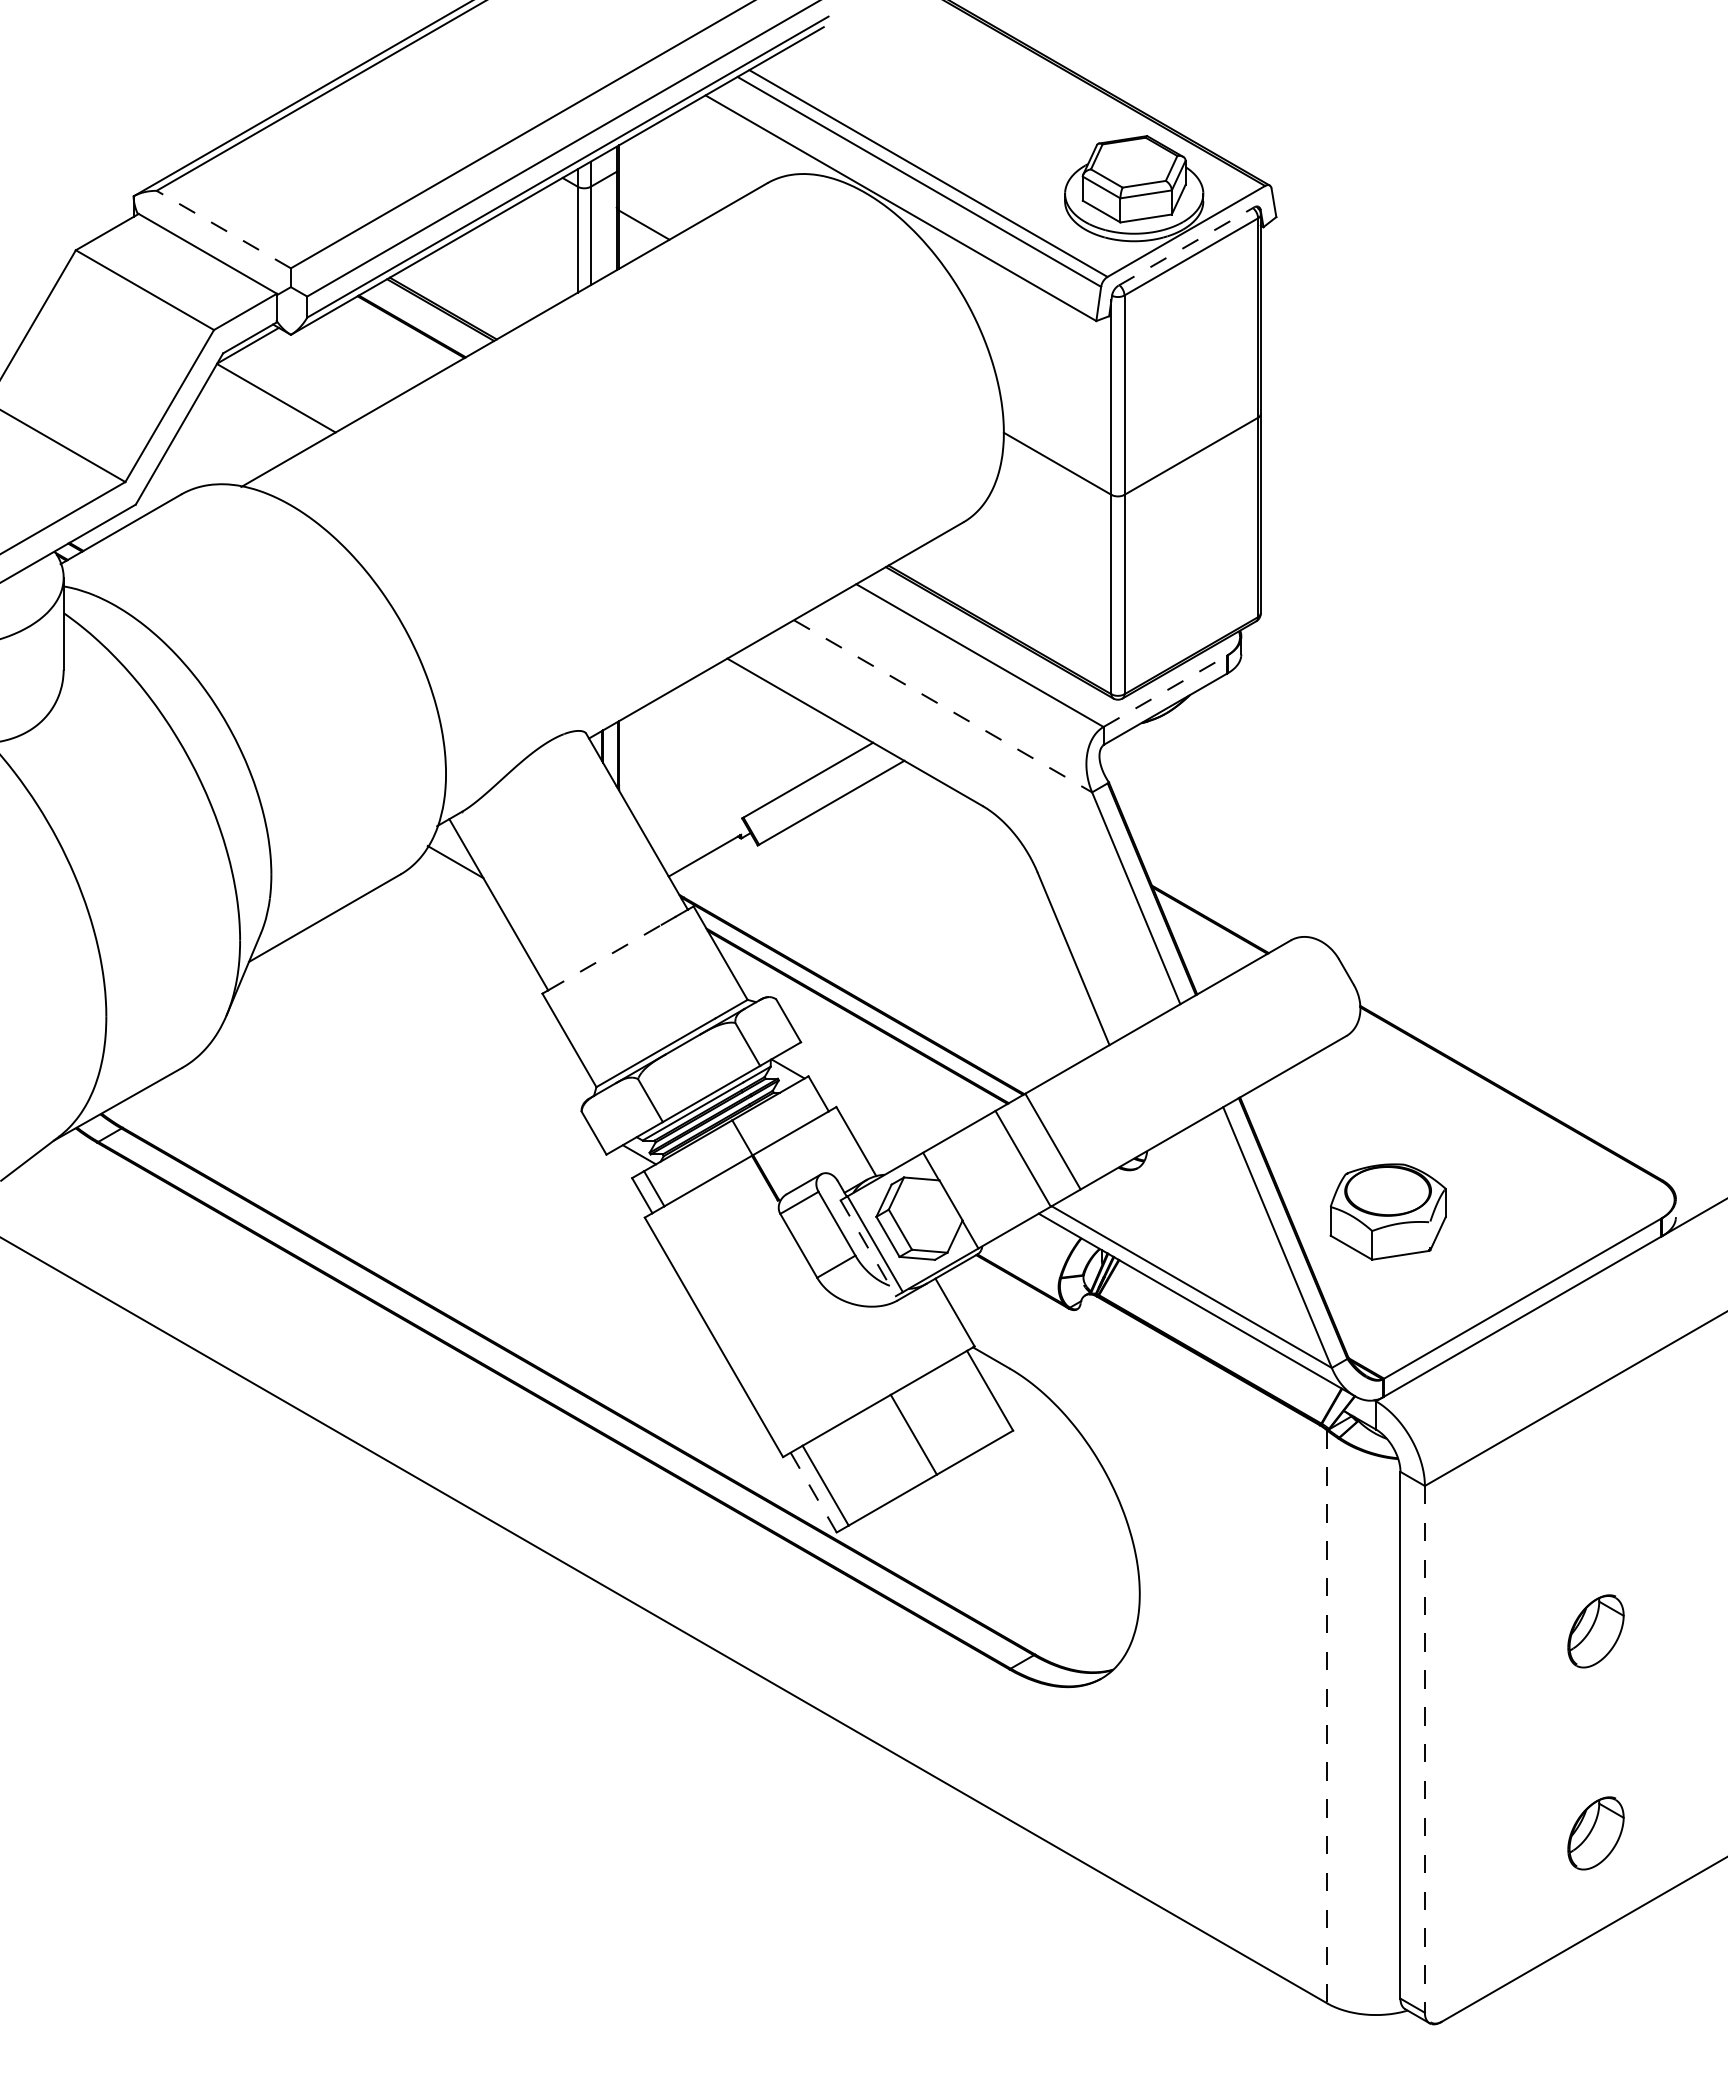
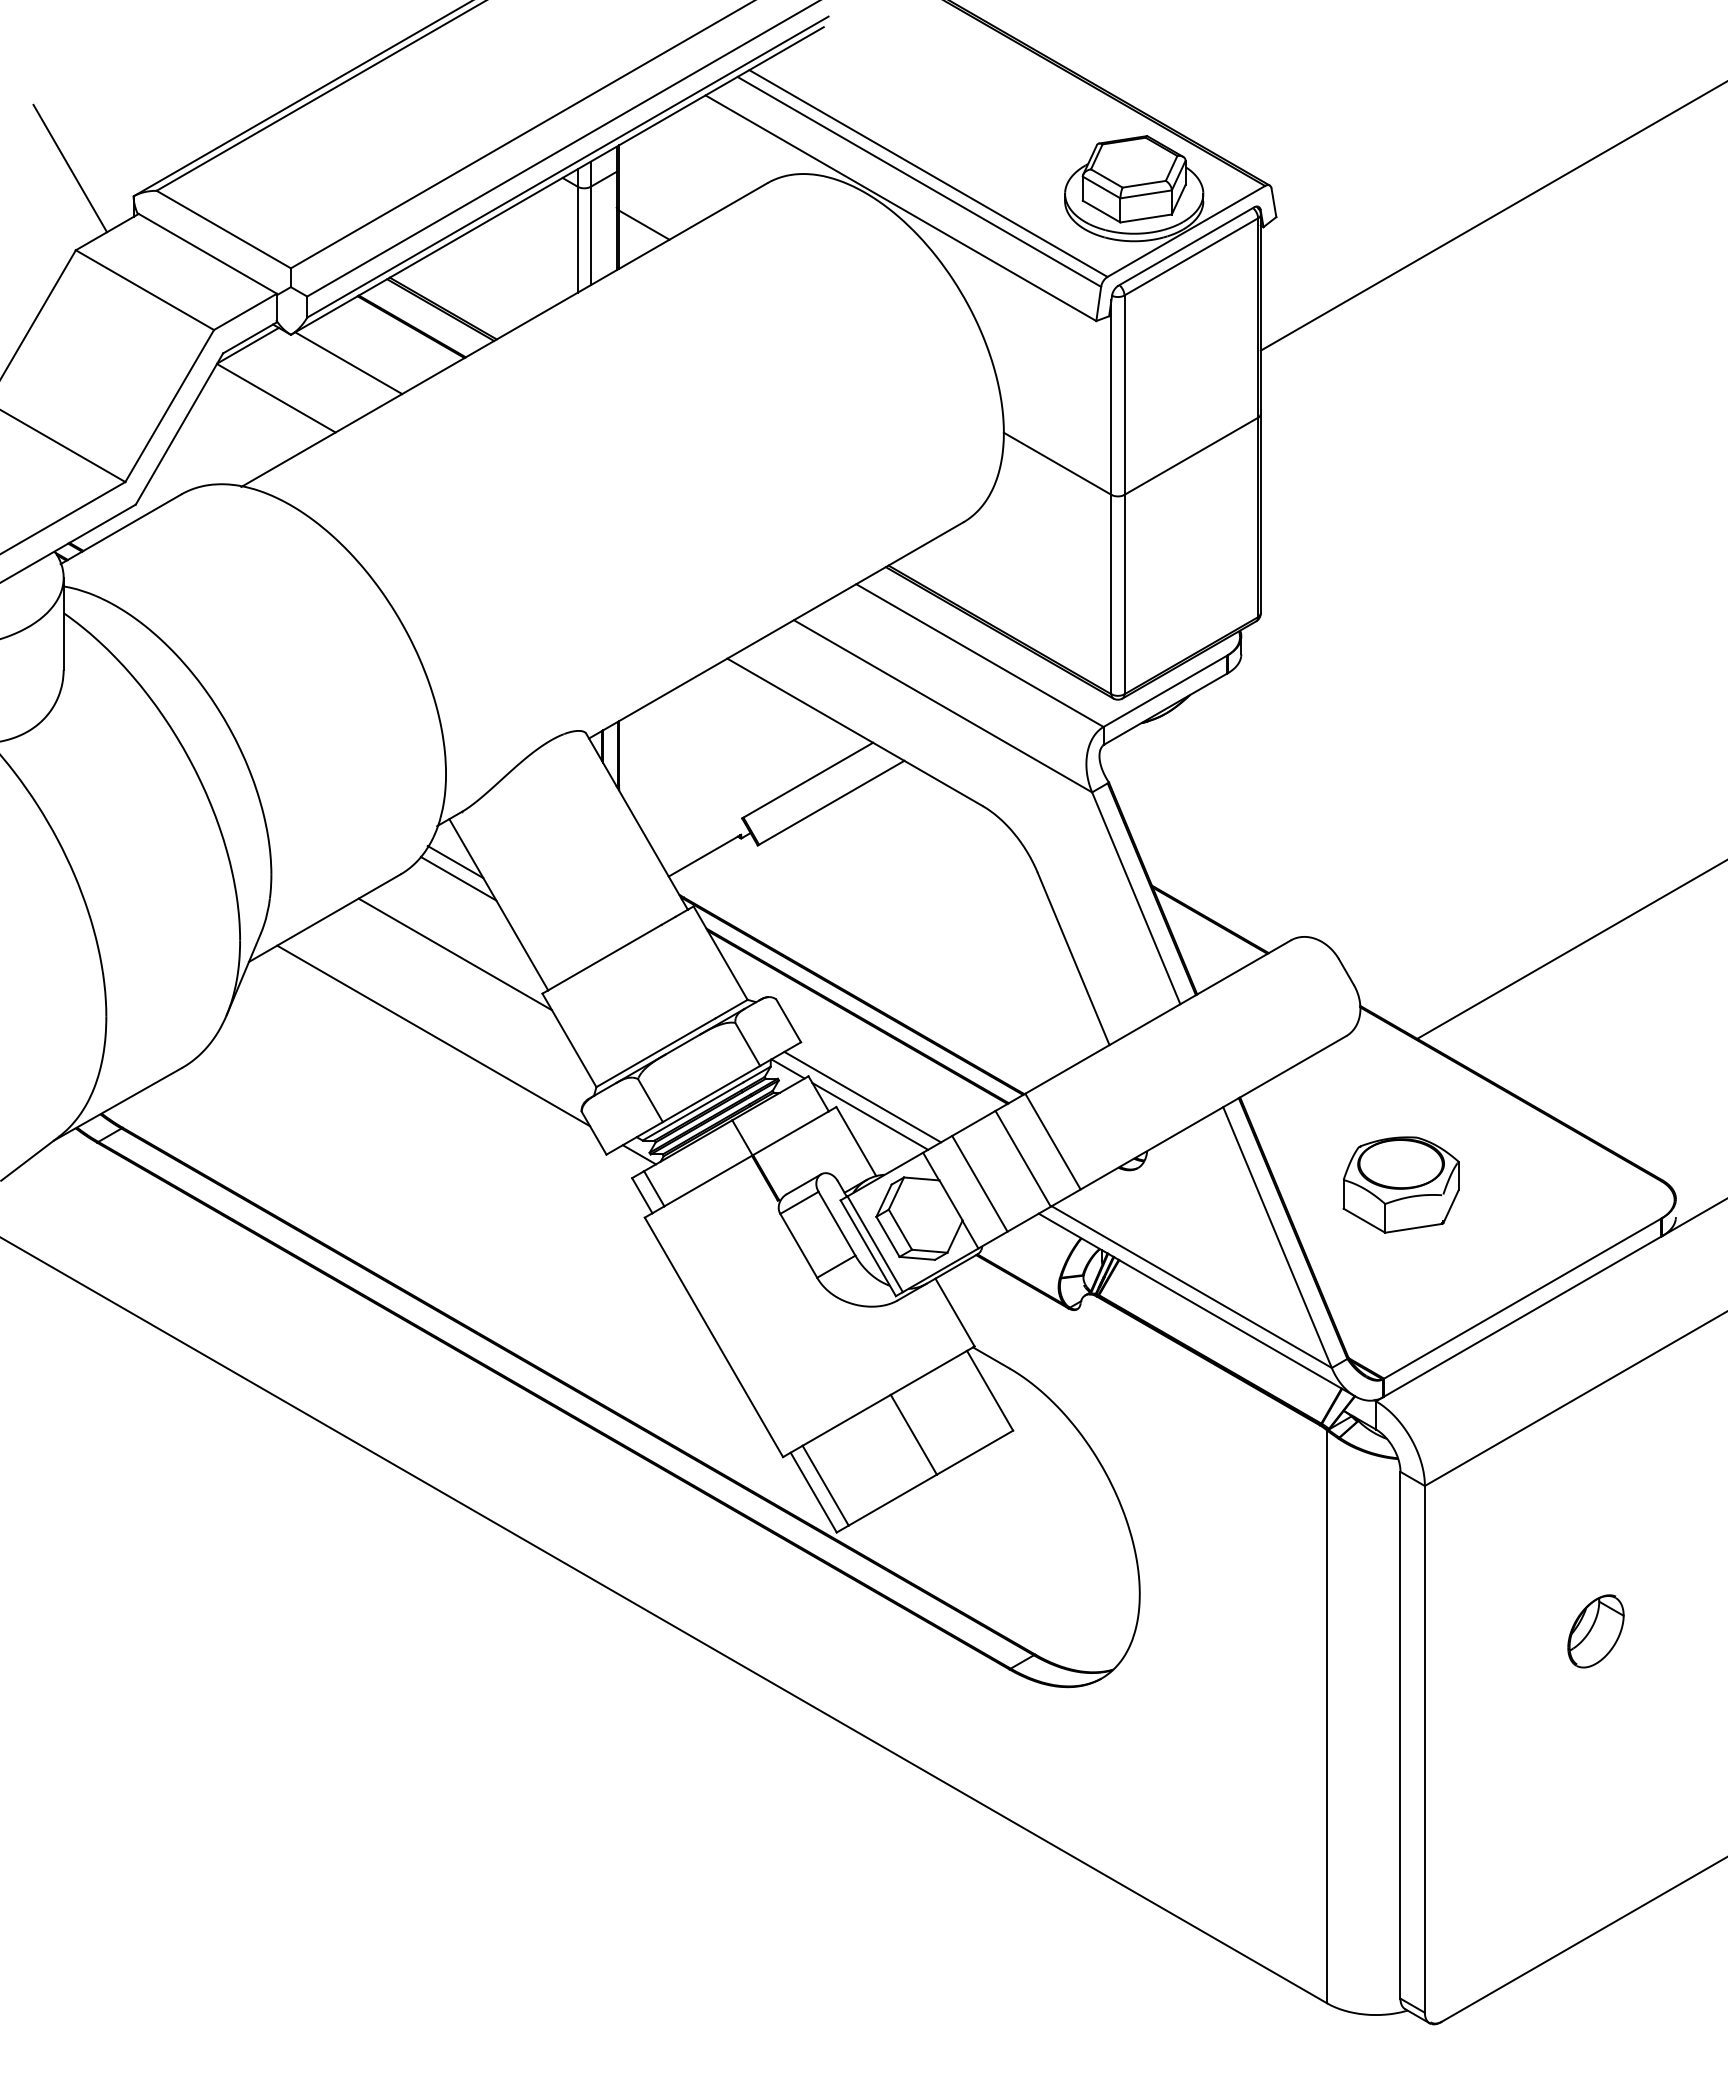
line at (70, 168): none -> present
line at (1492, 216): none -> present
line at (223, 229): dashed -> solid
line at (1186, 246): dashed -> solid
line at (348, 363): none -> present
line at (1165, 691): dashed -> solid
line at (943, 706): dashed -> solid
line at (458, 878): none -> present
line at (1570, 949): none -> present
line at (455, 954): none -> present
line at (604, 957): dashed -> solid
line at (433, 1035): none -> present
line at (862, 1096): none -> present
line at (870, 1116): none -> present
line at (979, 1183): none -> present
part at (1387, 1211) position: (1387, 1211) -> (1400, 1184)
line at (868, 1248): dashed -> solid
line at (813, 1492): dashed -> solid
line at (1327, 1717): dashed -> solid
line at (1424, 1749): dashed -> solid
part at (1595, 1833): present -> none
